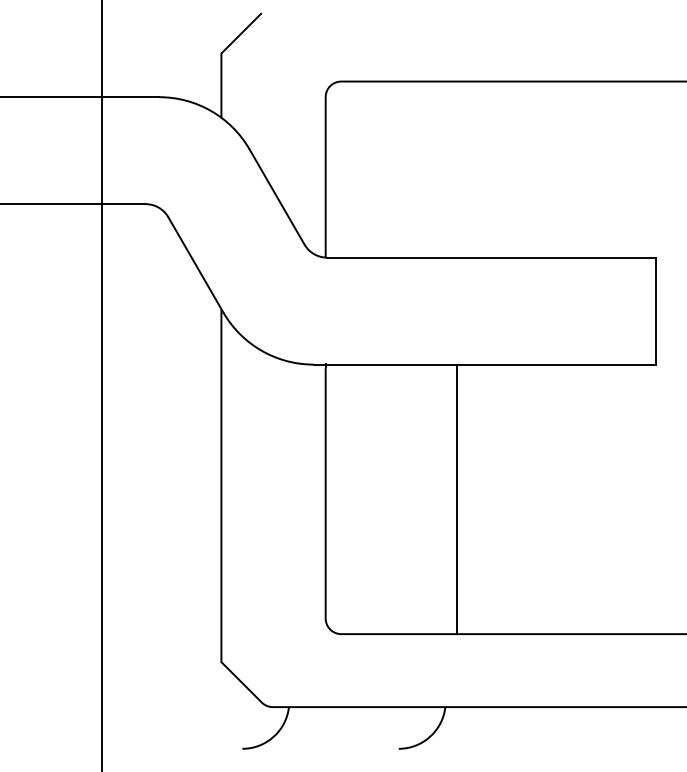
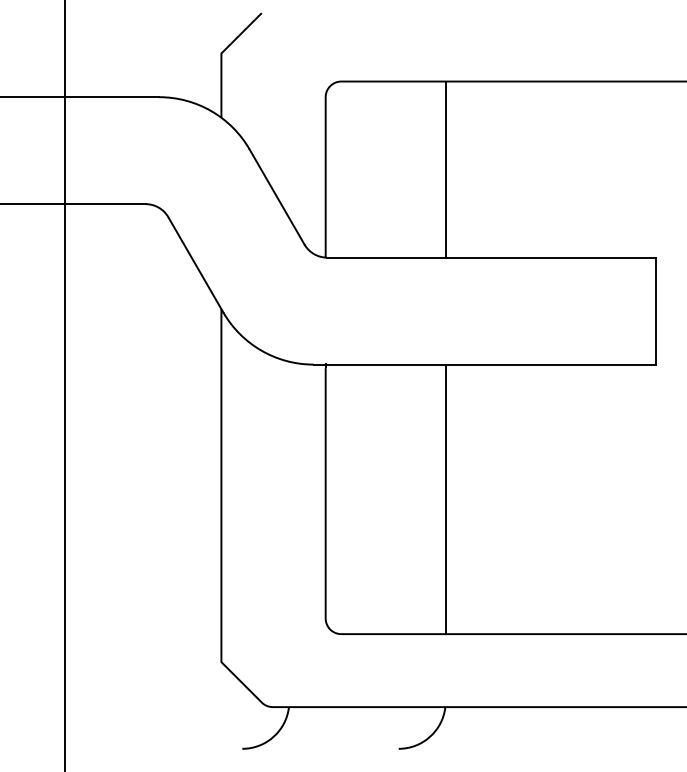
line at (445, 169): none -> present
line at (102, 385) position: (102, 385) -> (65, 385)
line at (456, 499) position: (456, 499) -> (445, 499)
